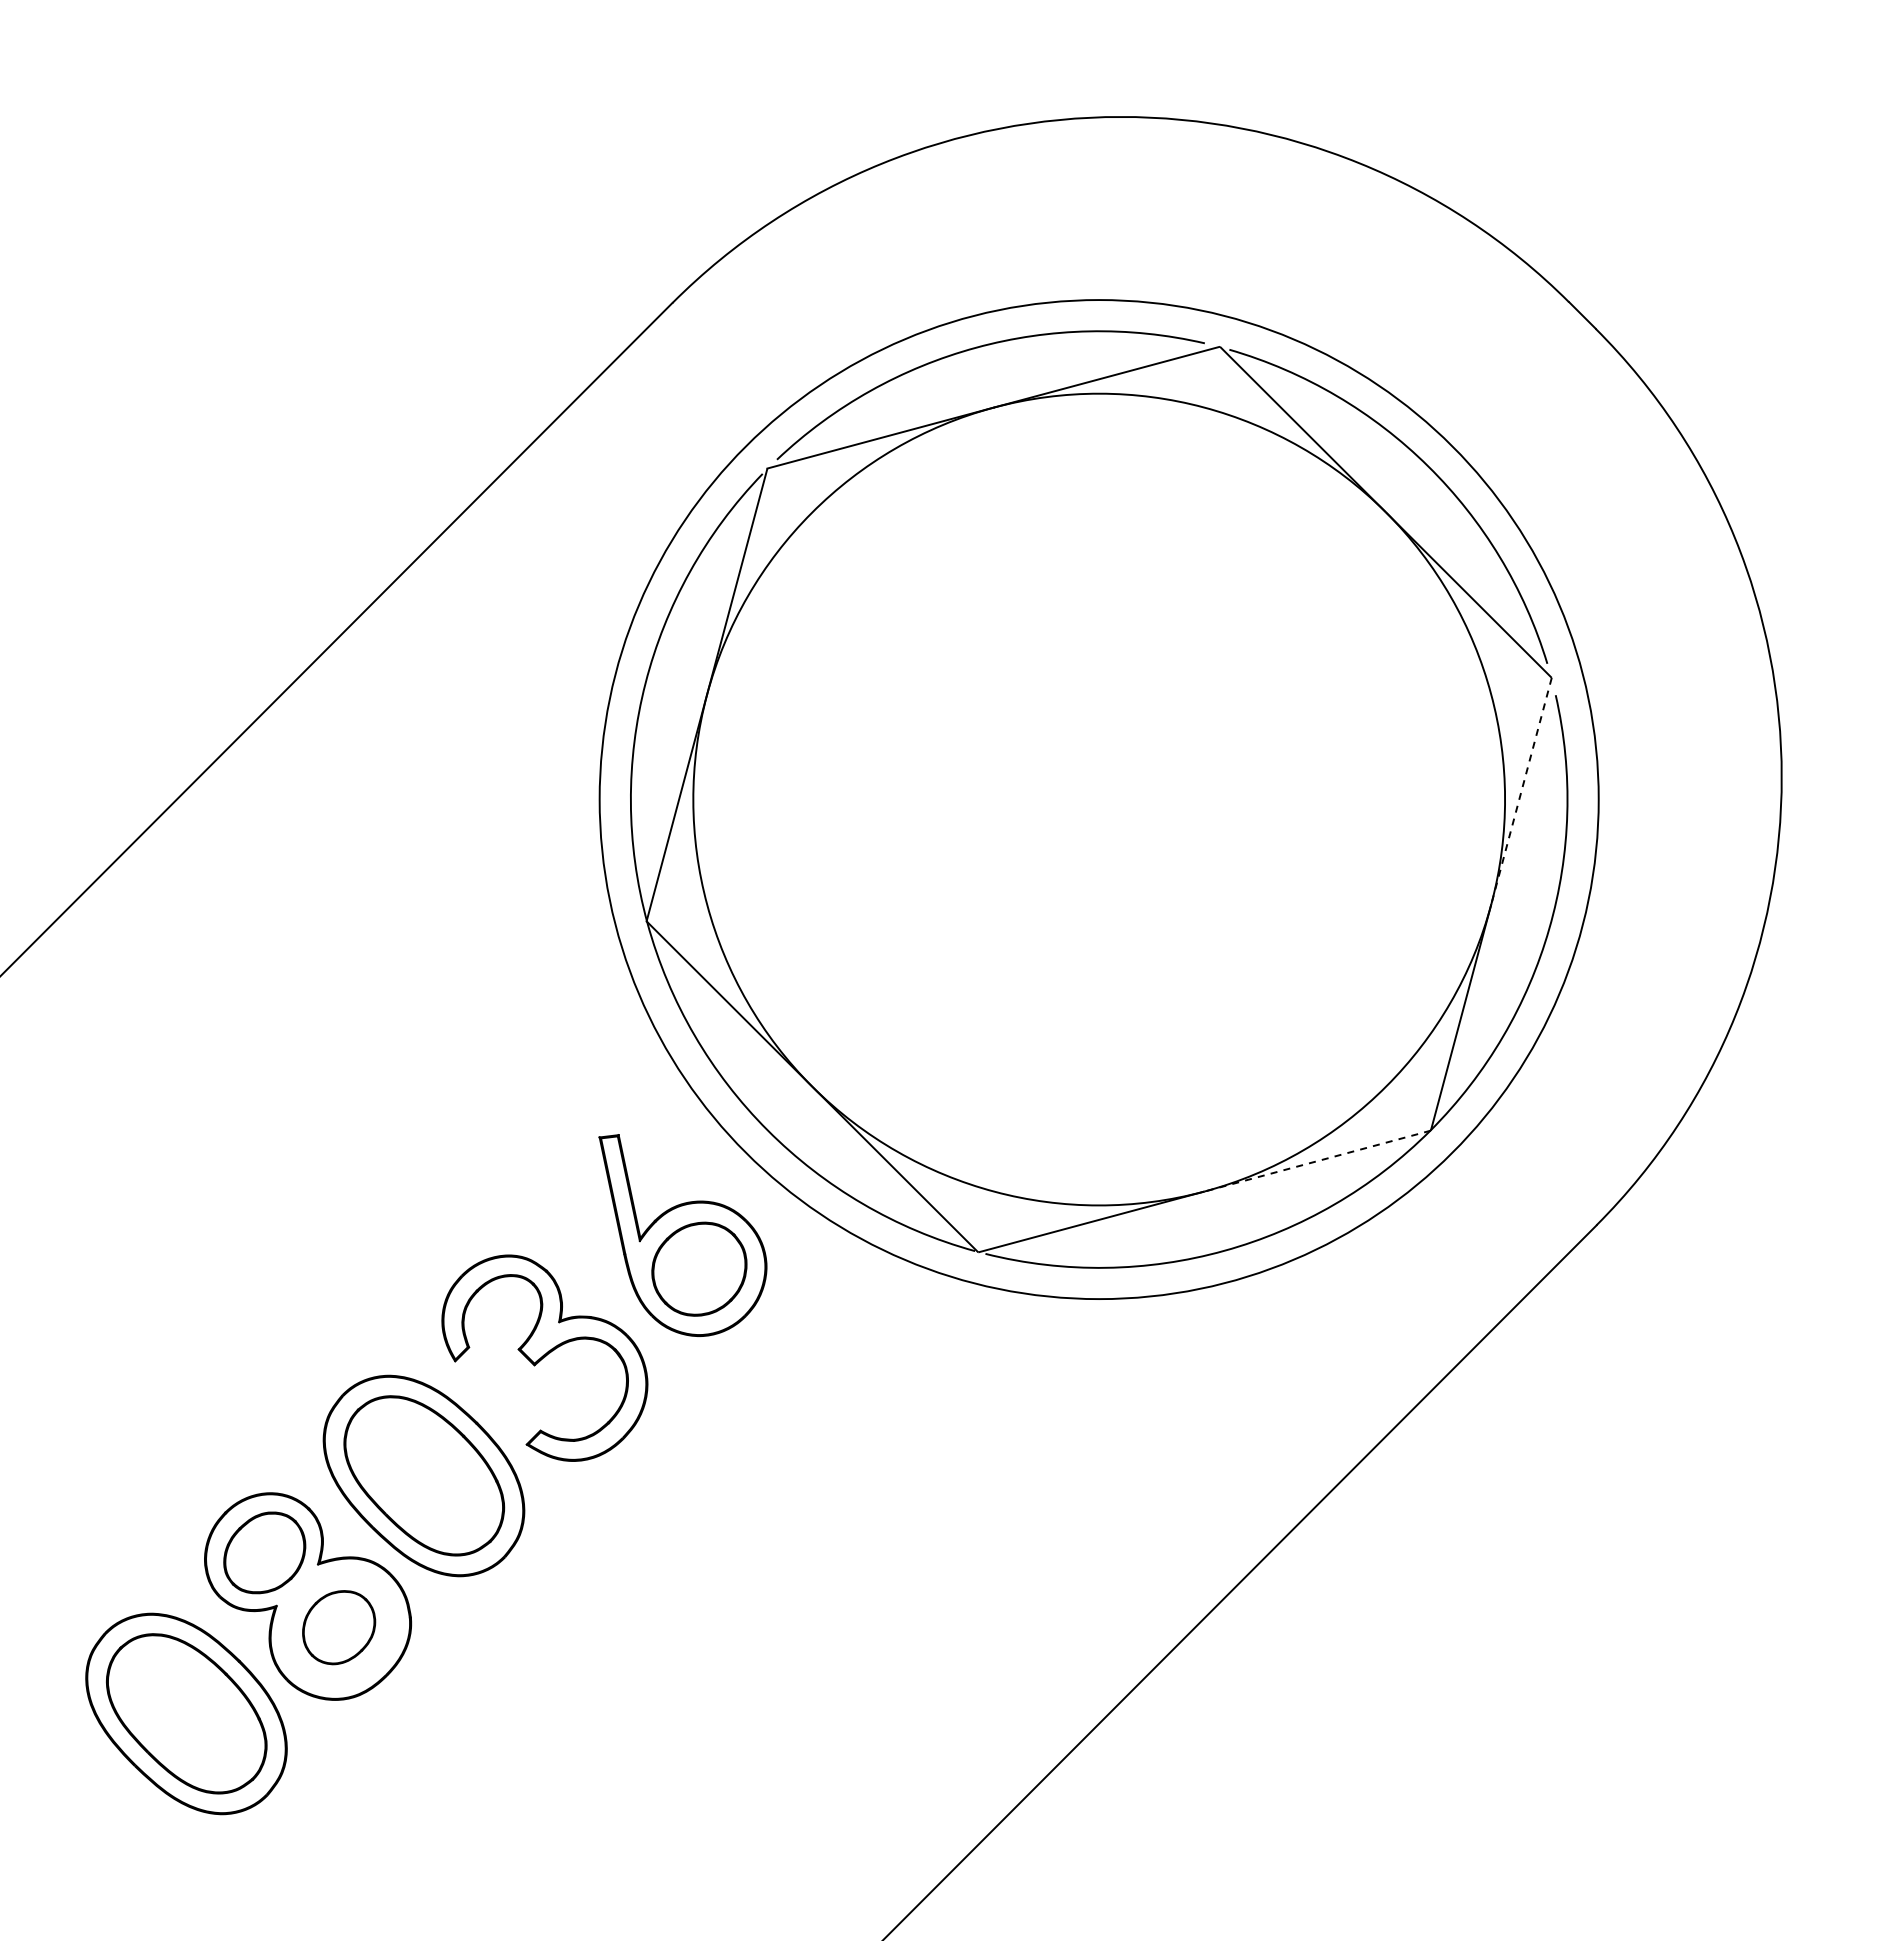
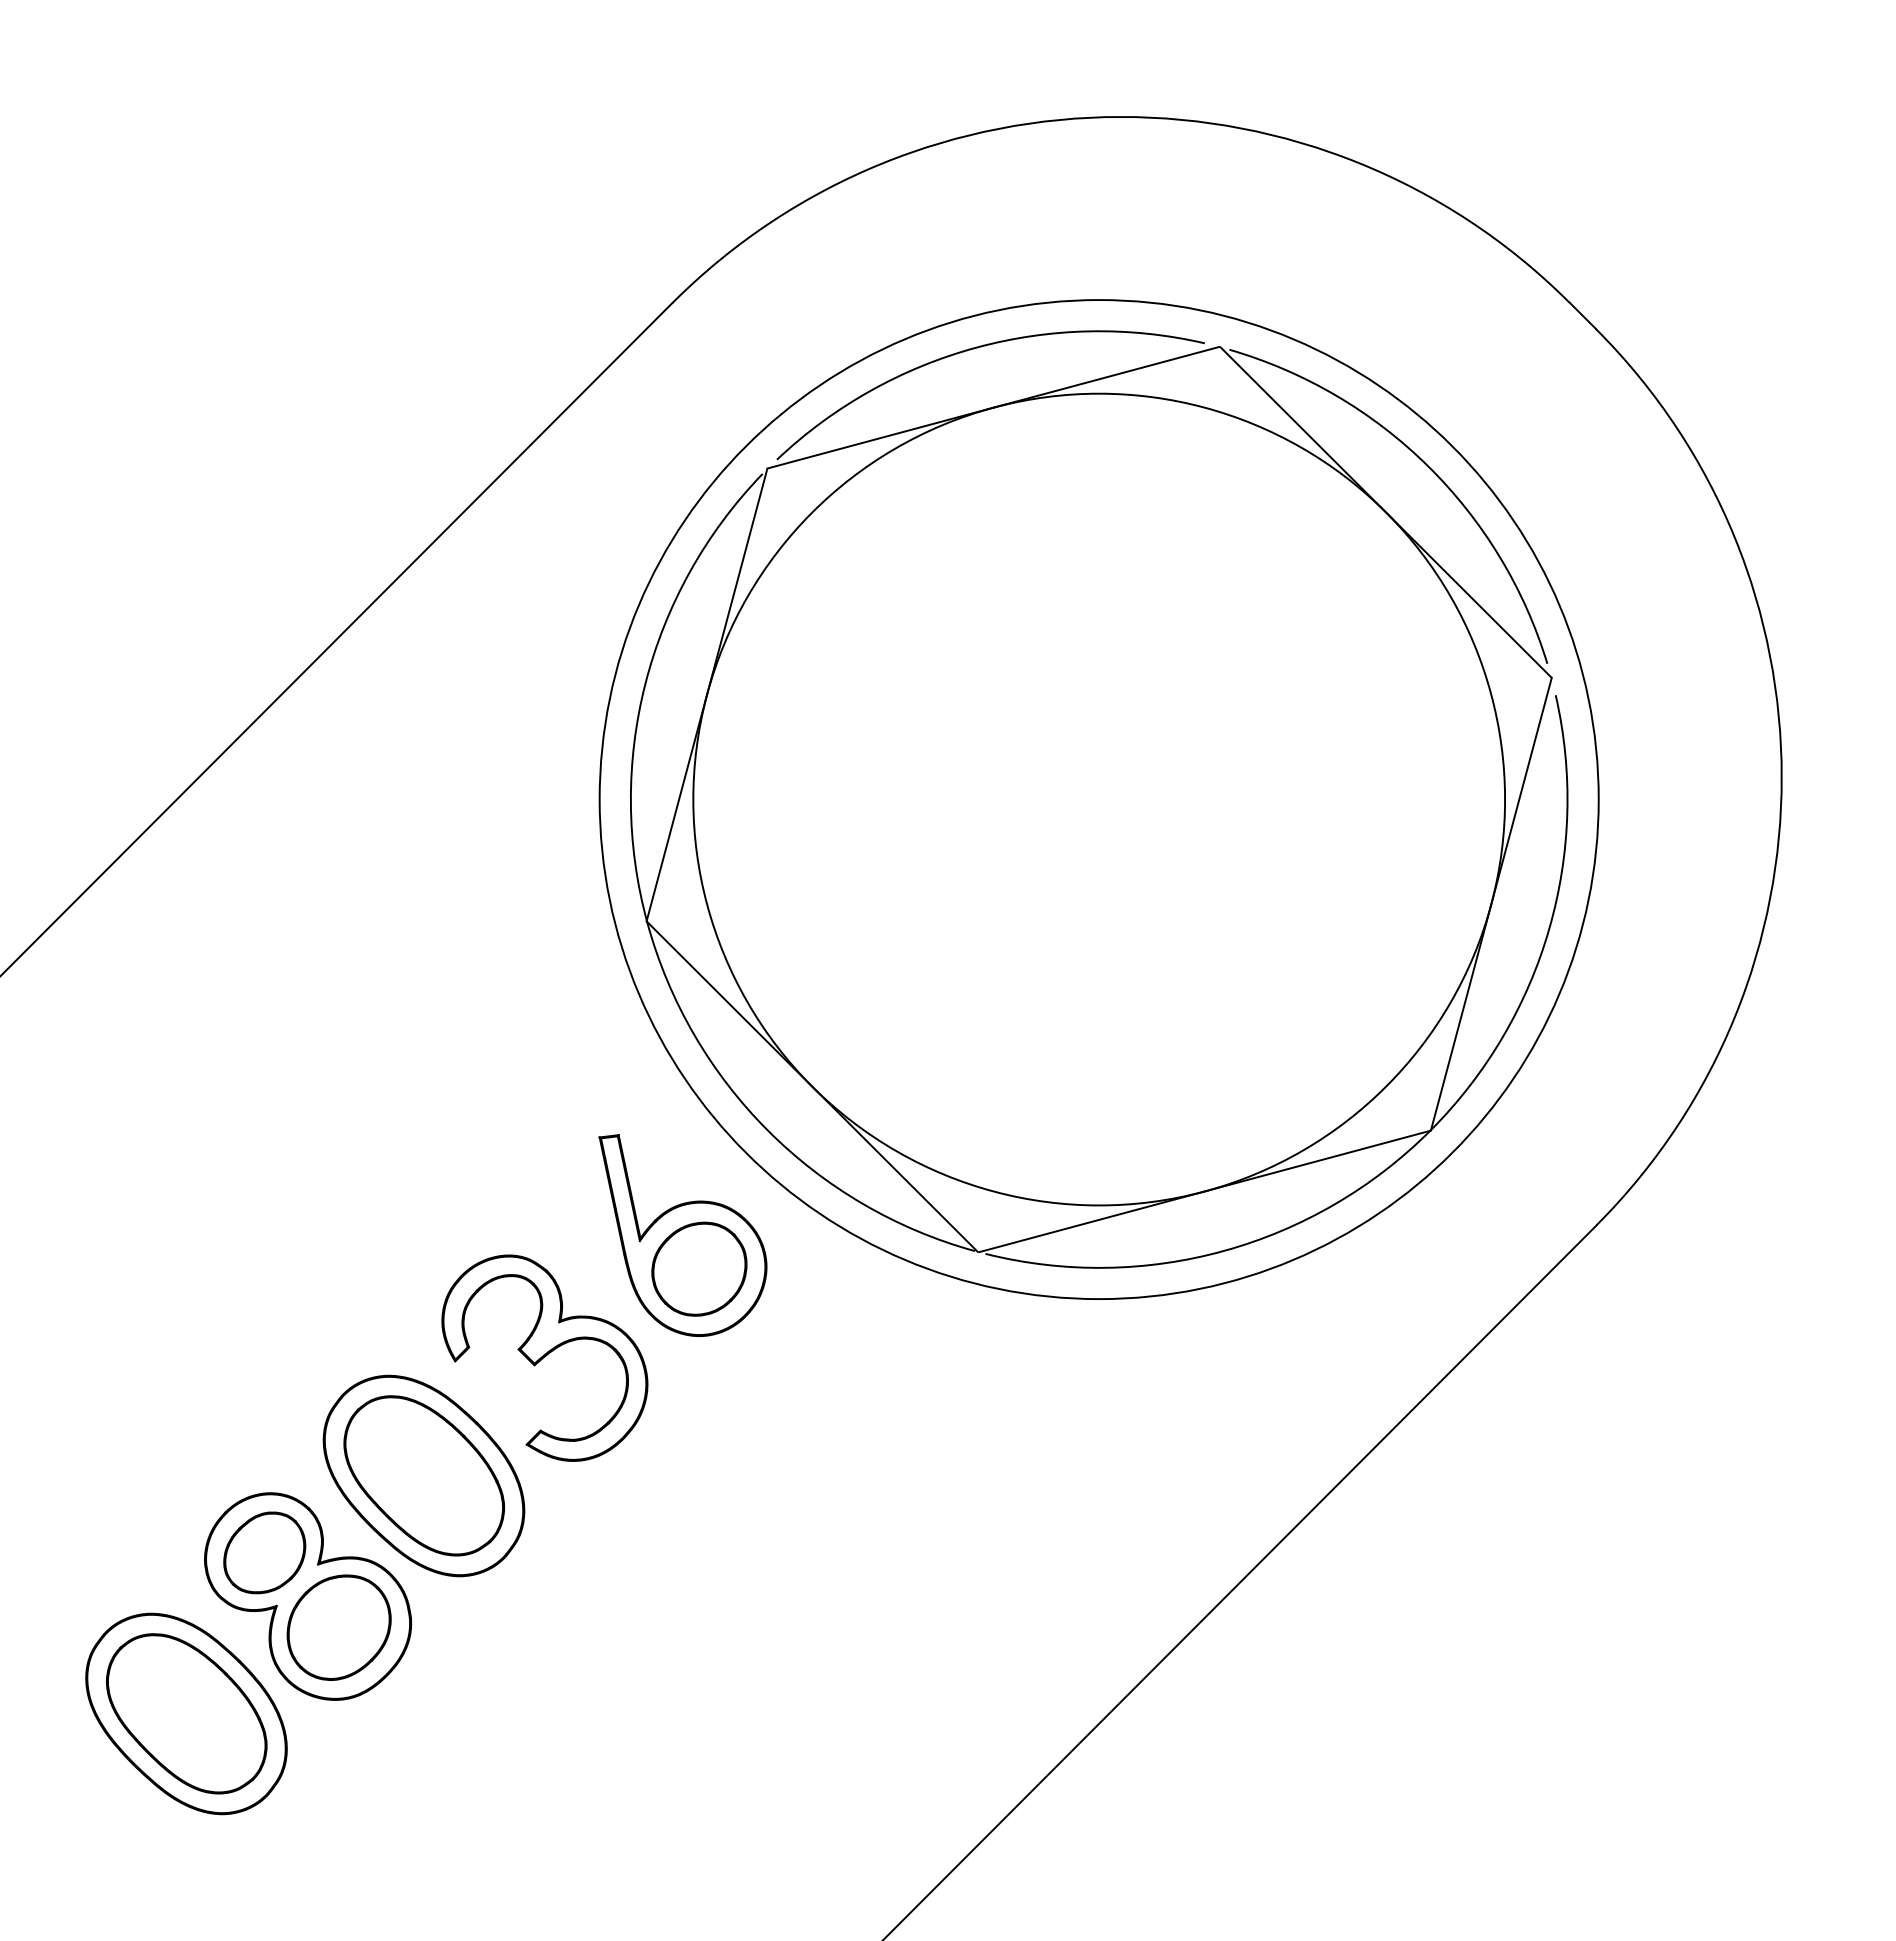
line at (1521, 791): dashed -> solid
line at (1317, 1161): dashed -> solid
part at (339, 1627) size: 75x76 px -> 106x107 px
